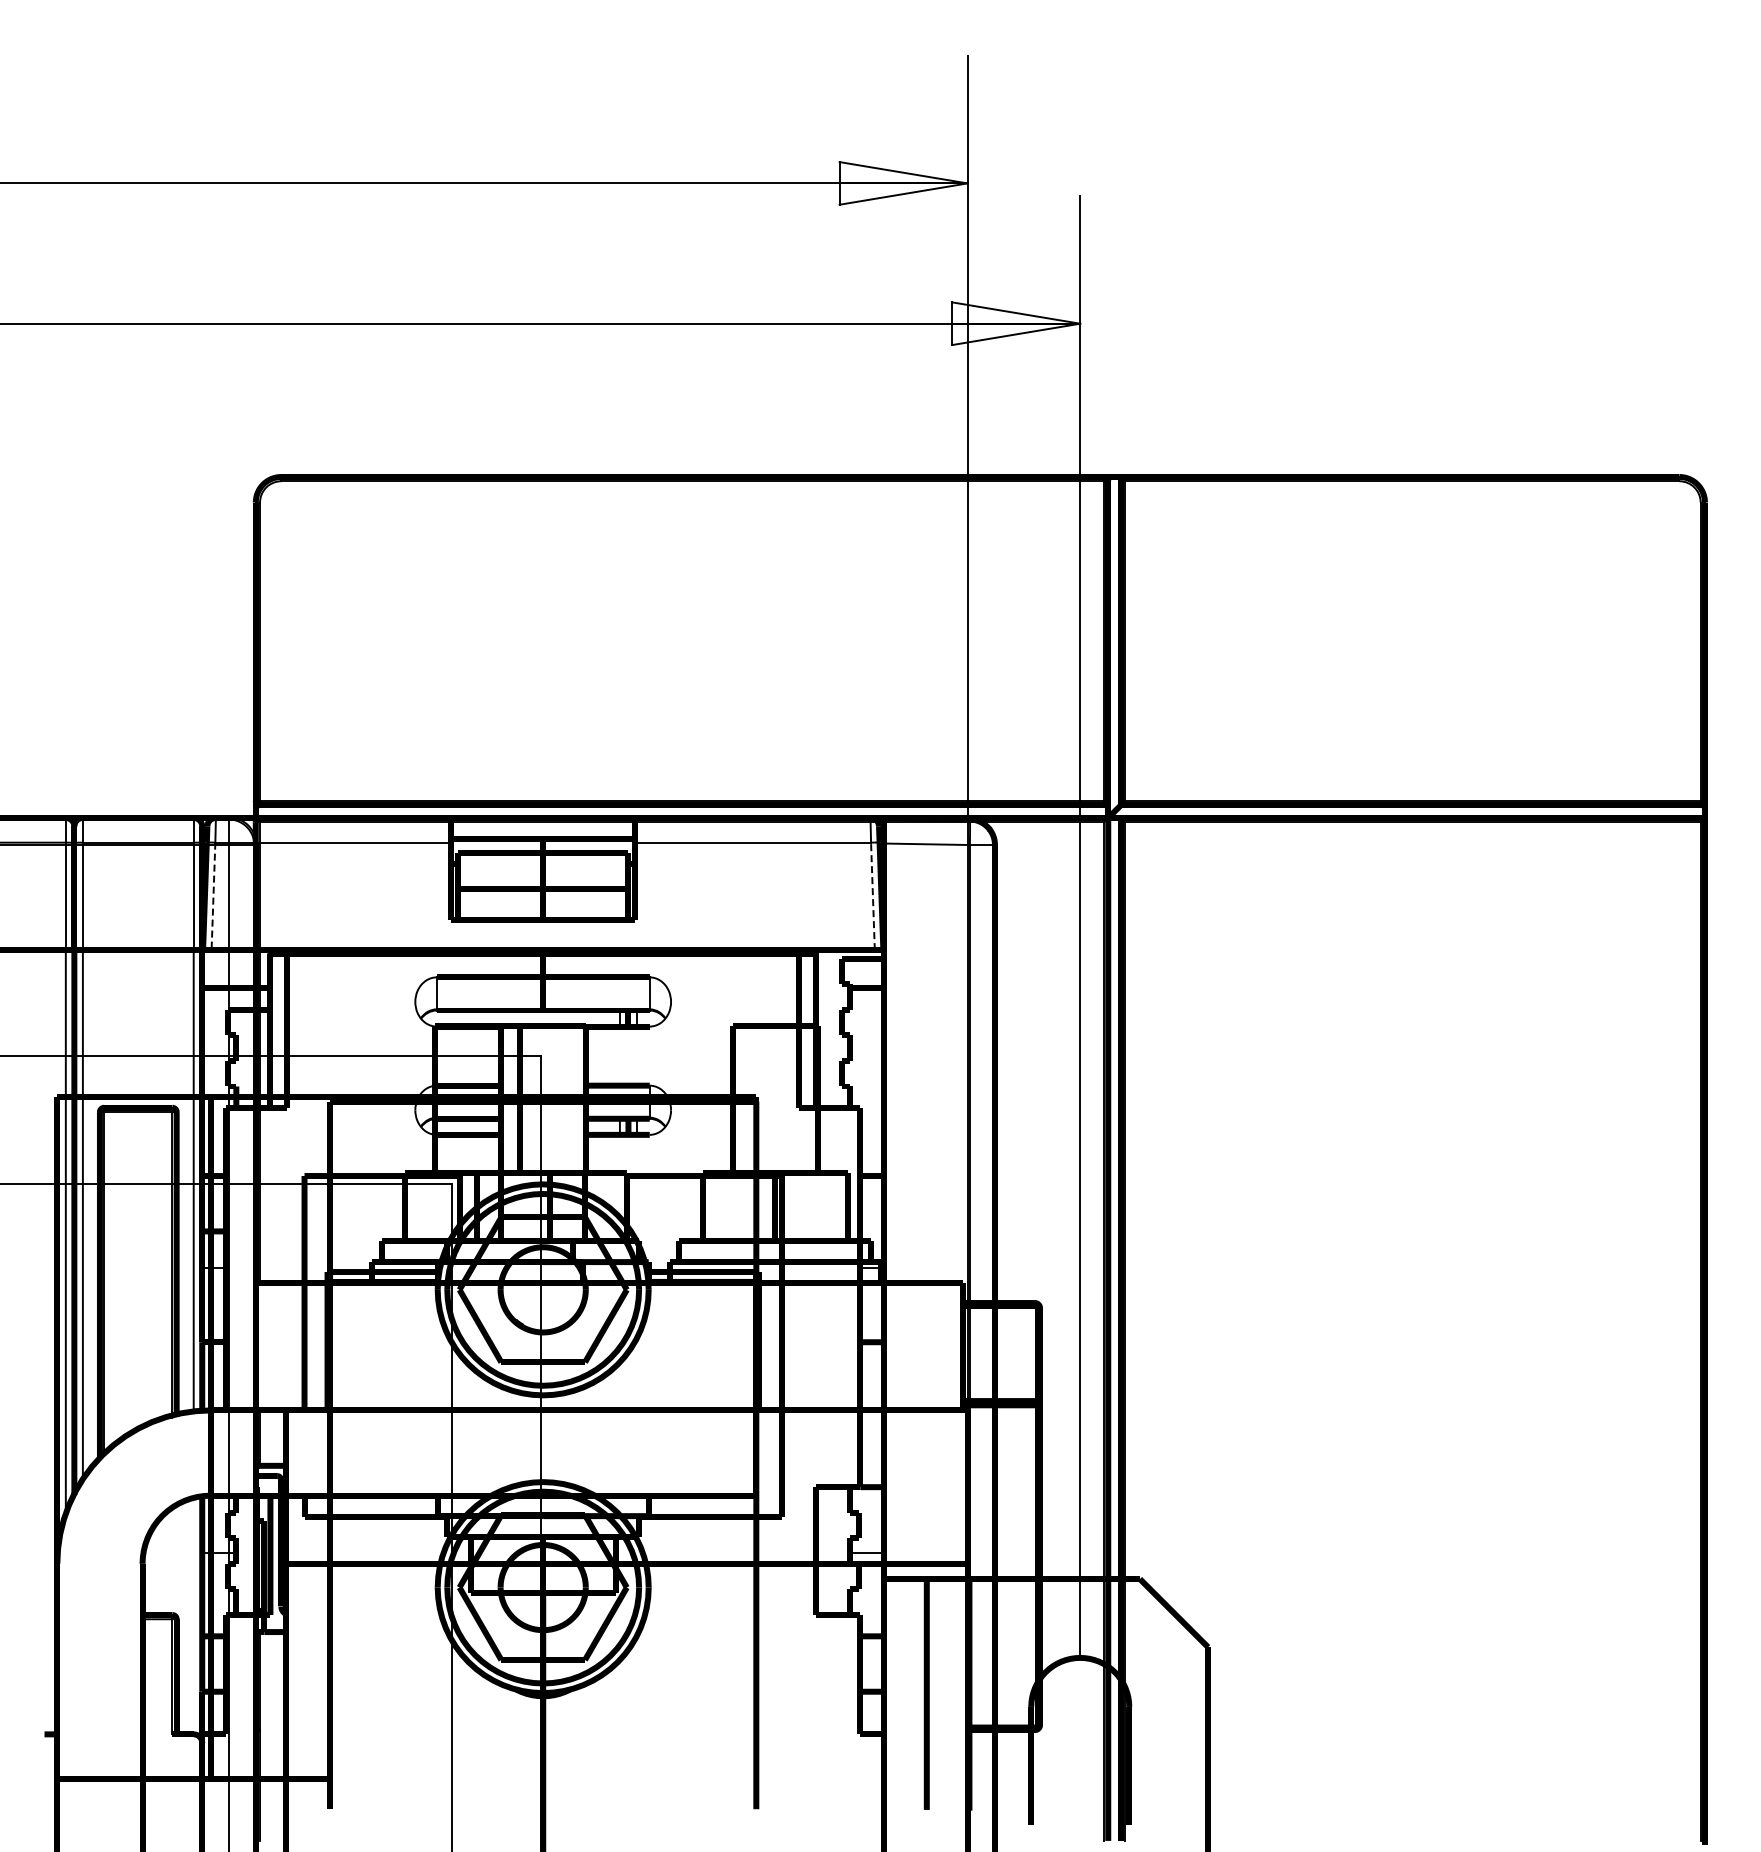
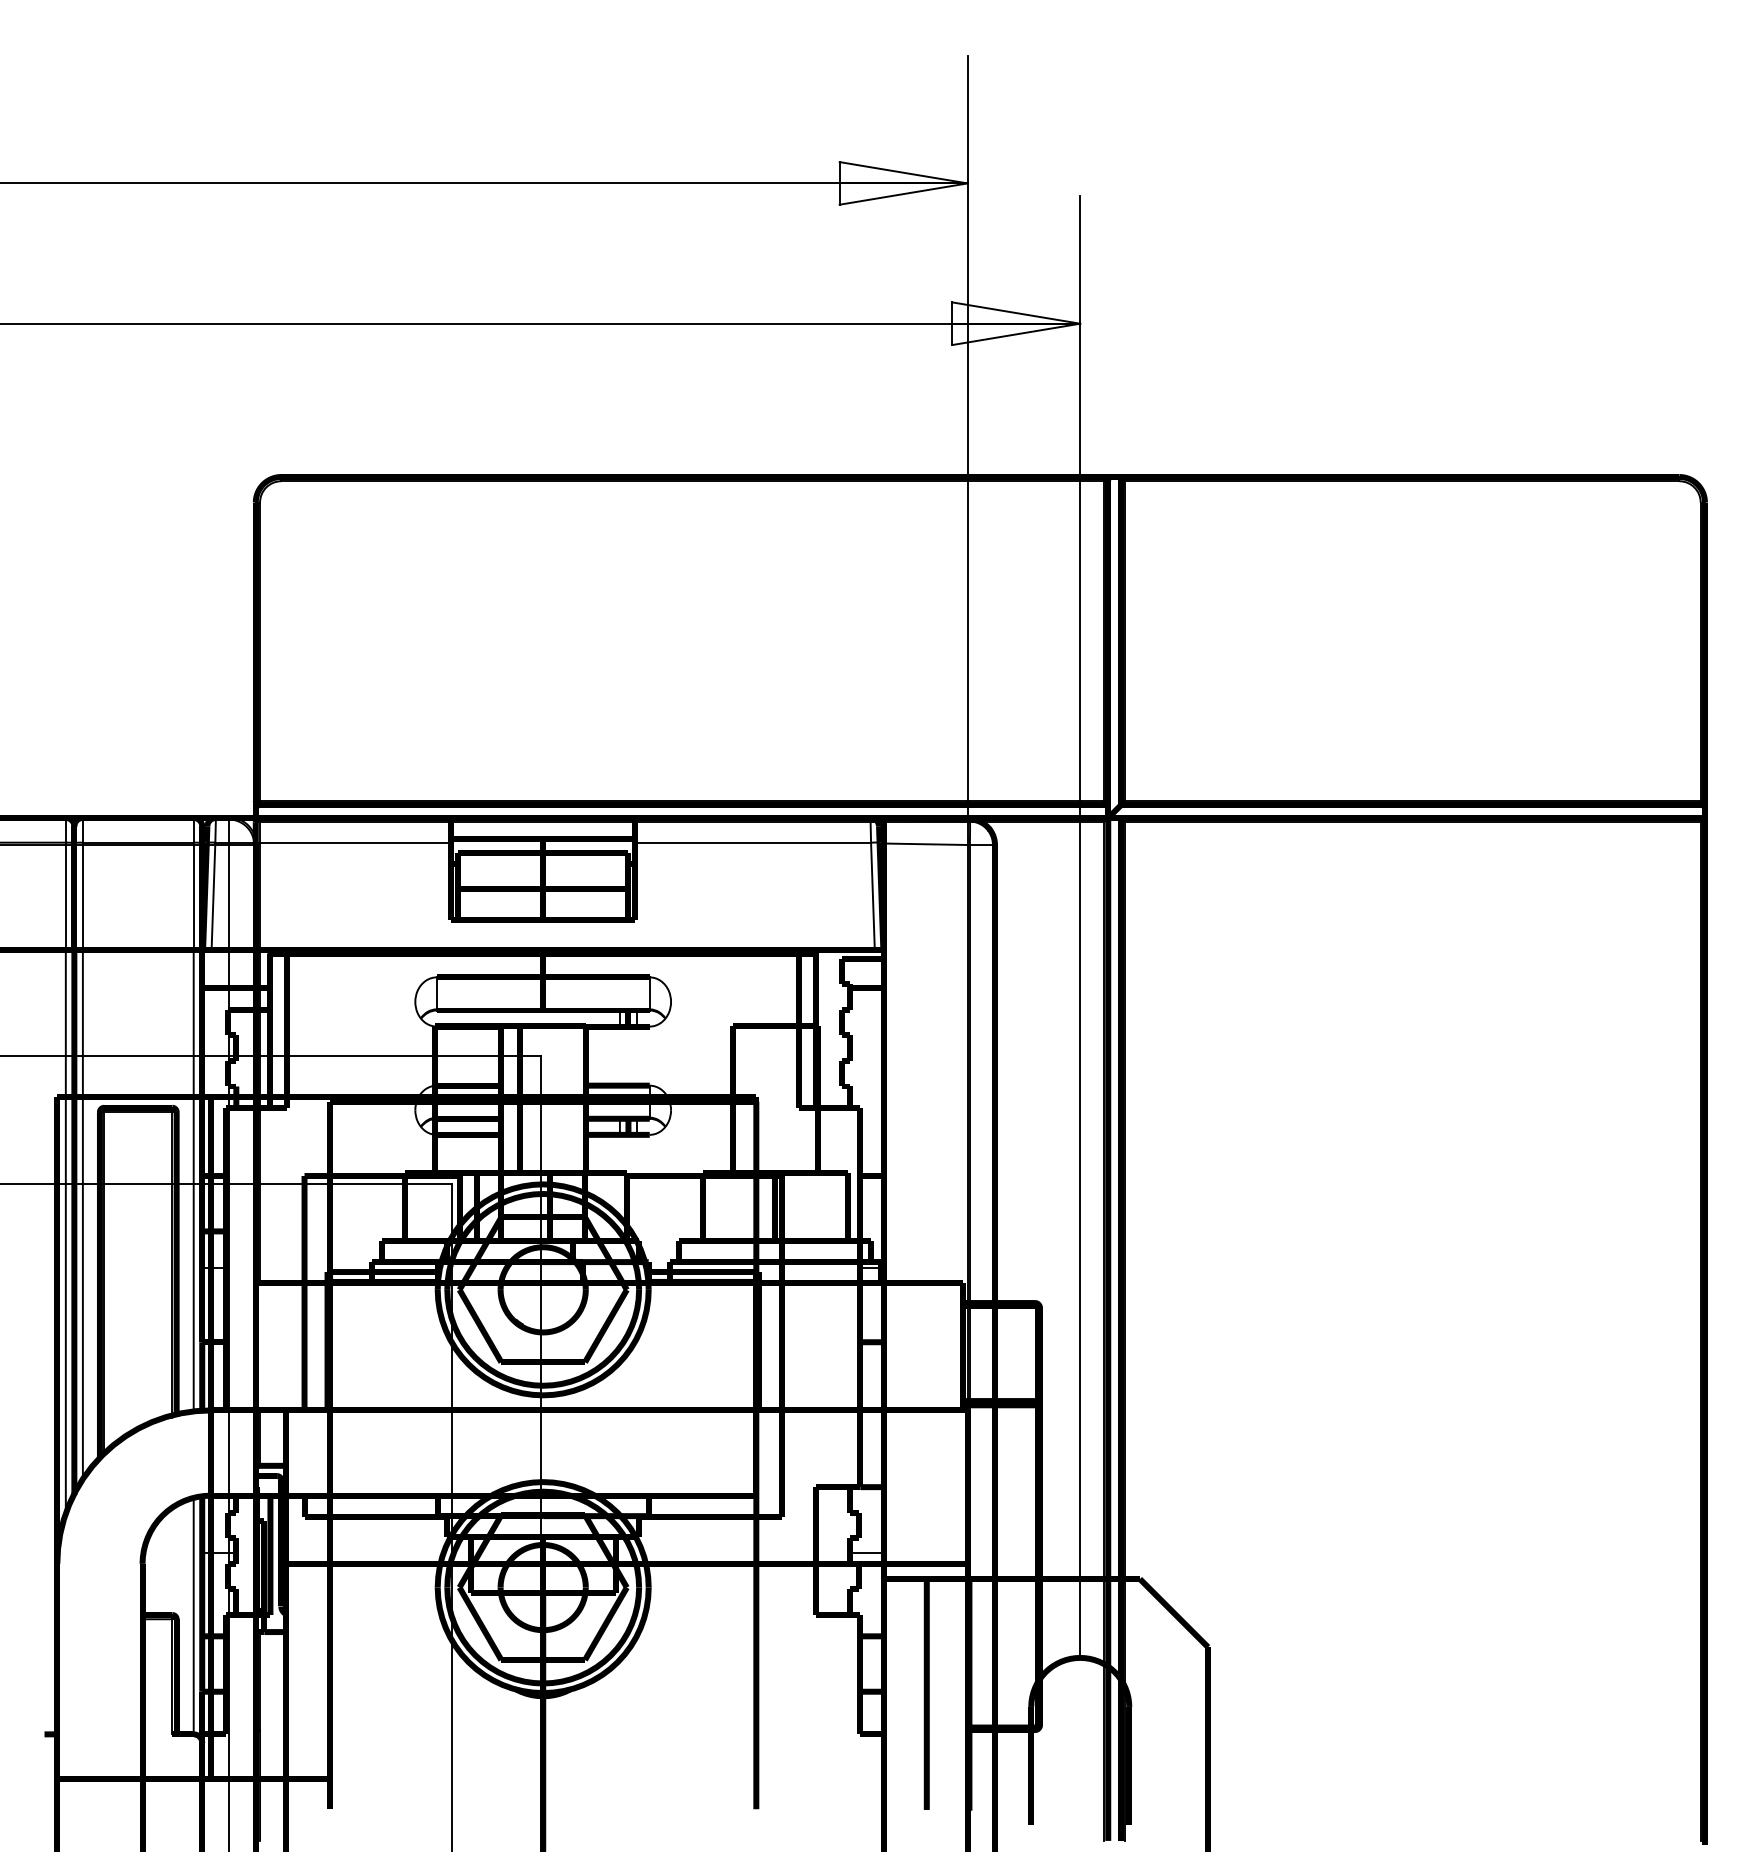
line at (213, 896): dashed -> solid
line at (872, 896): dashed -> solid
line at (193, 1615): none -> present
